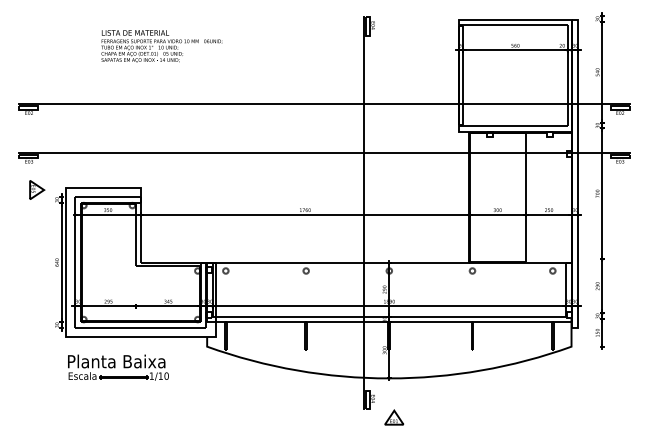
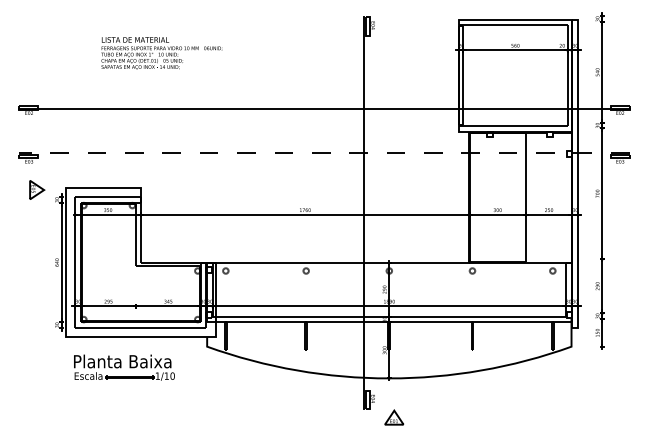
text at (161, 46) position: (161, 46) -> (161, 53)
line at (324, 104) position: (324, 104) -> (324, 109)
line at (324, 152): solid -> dashed
part at (118, 367) position: (118, 367) -> (124, 367)
